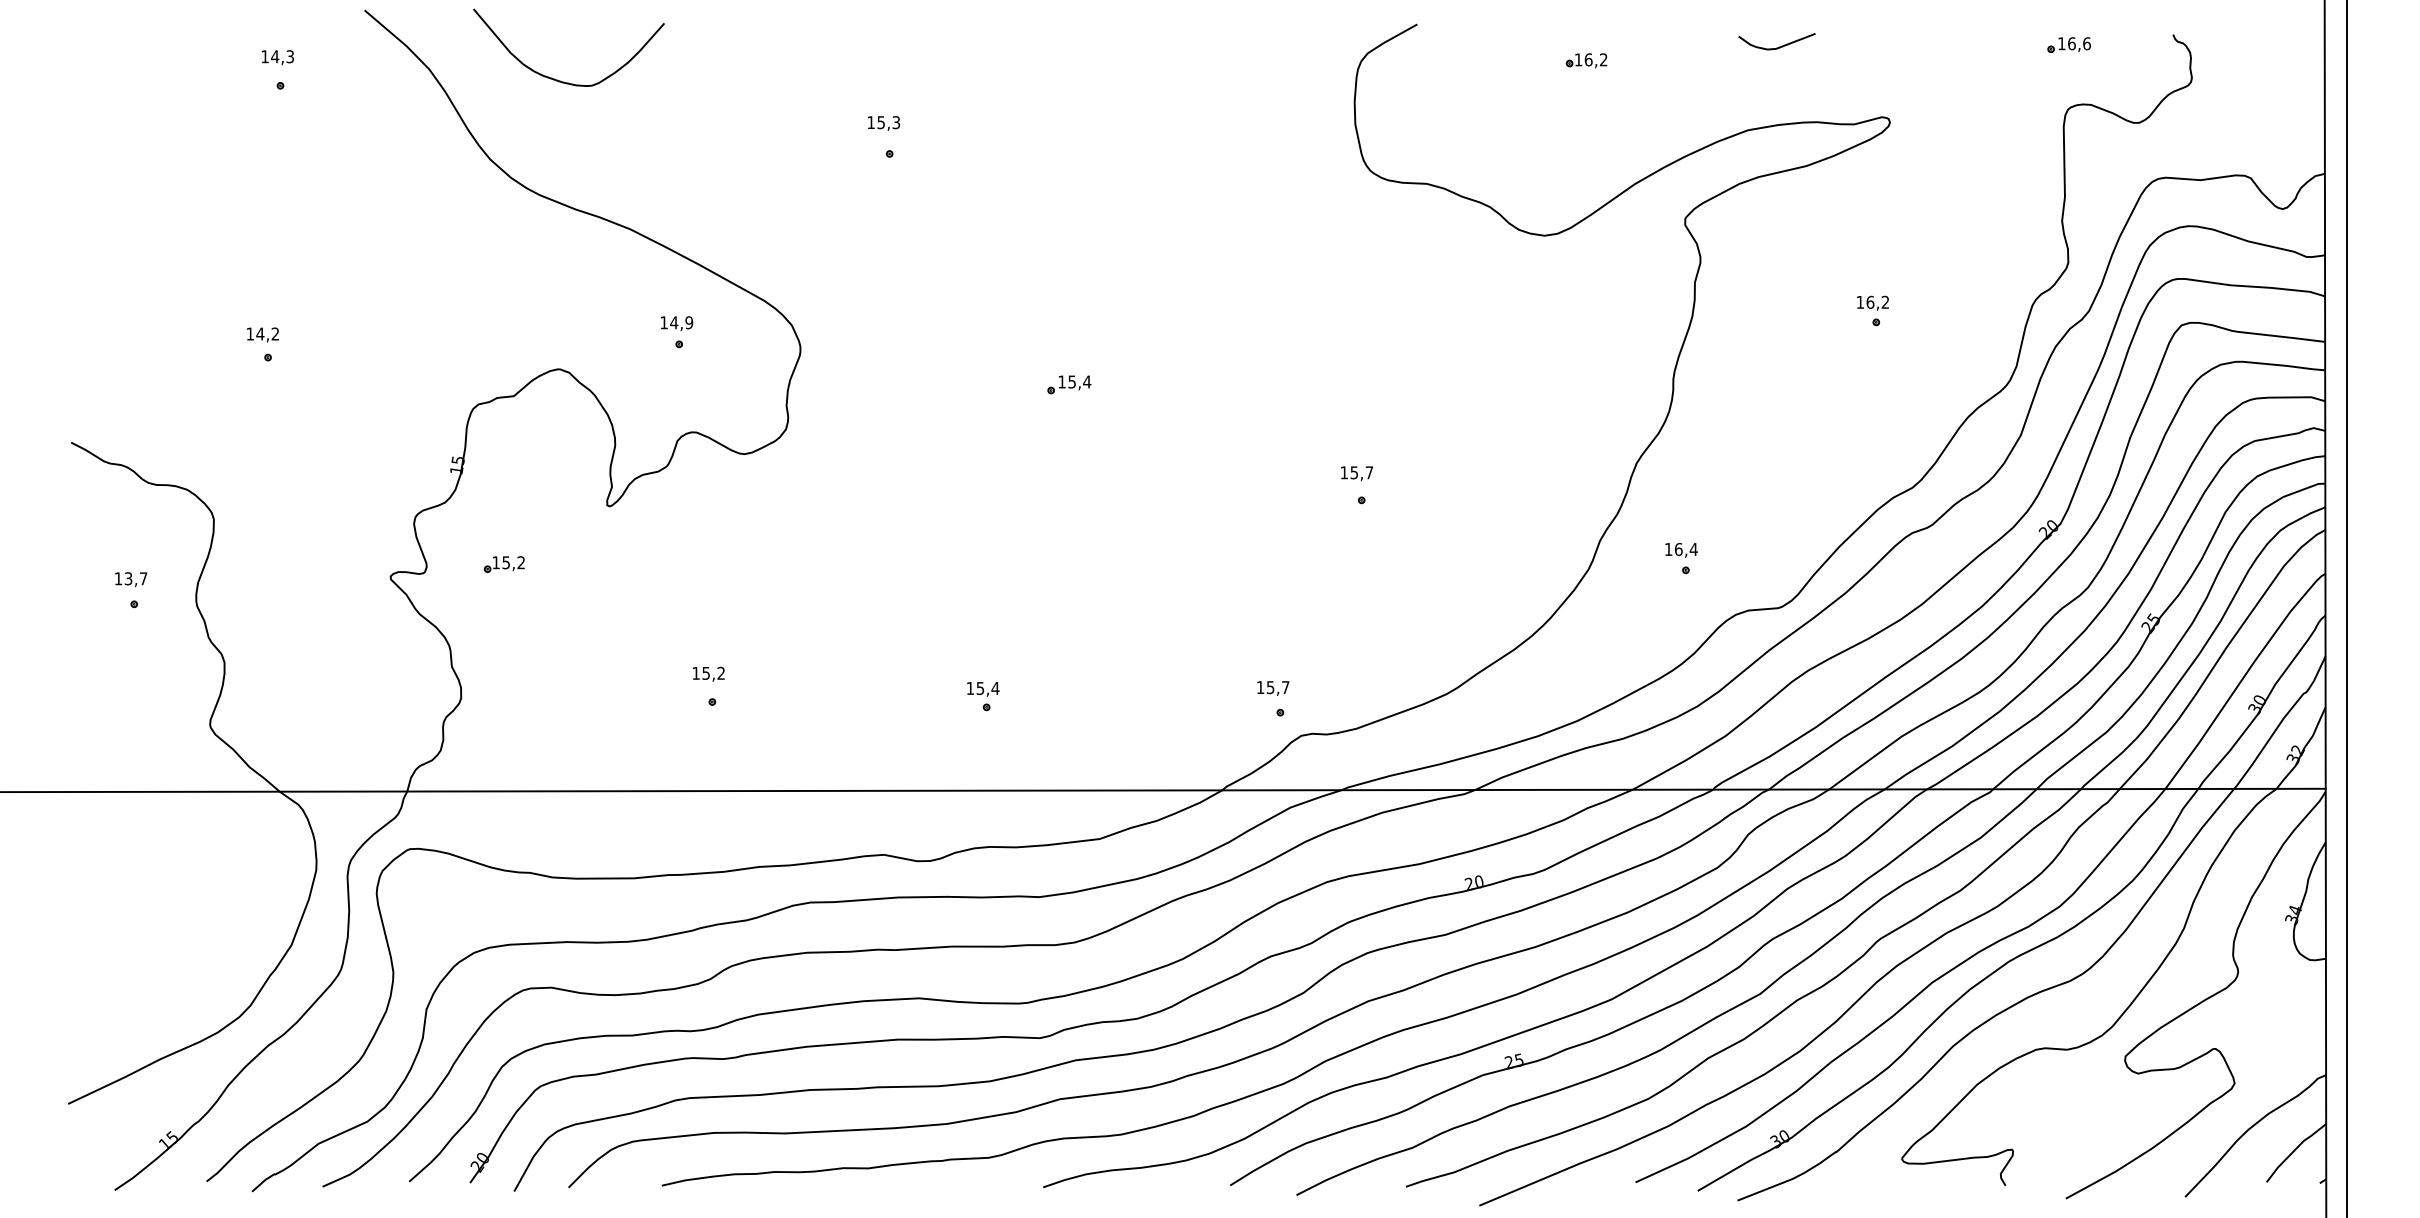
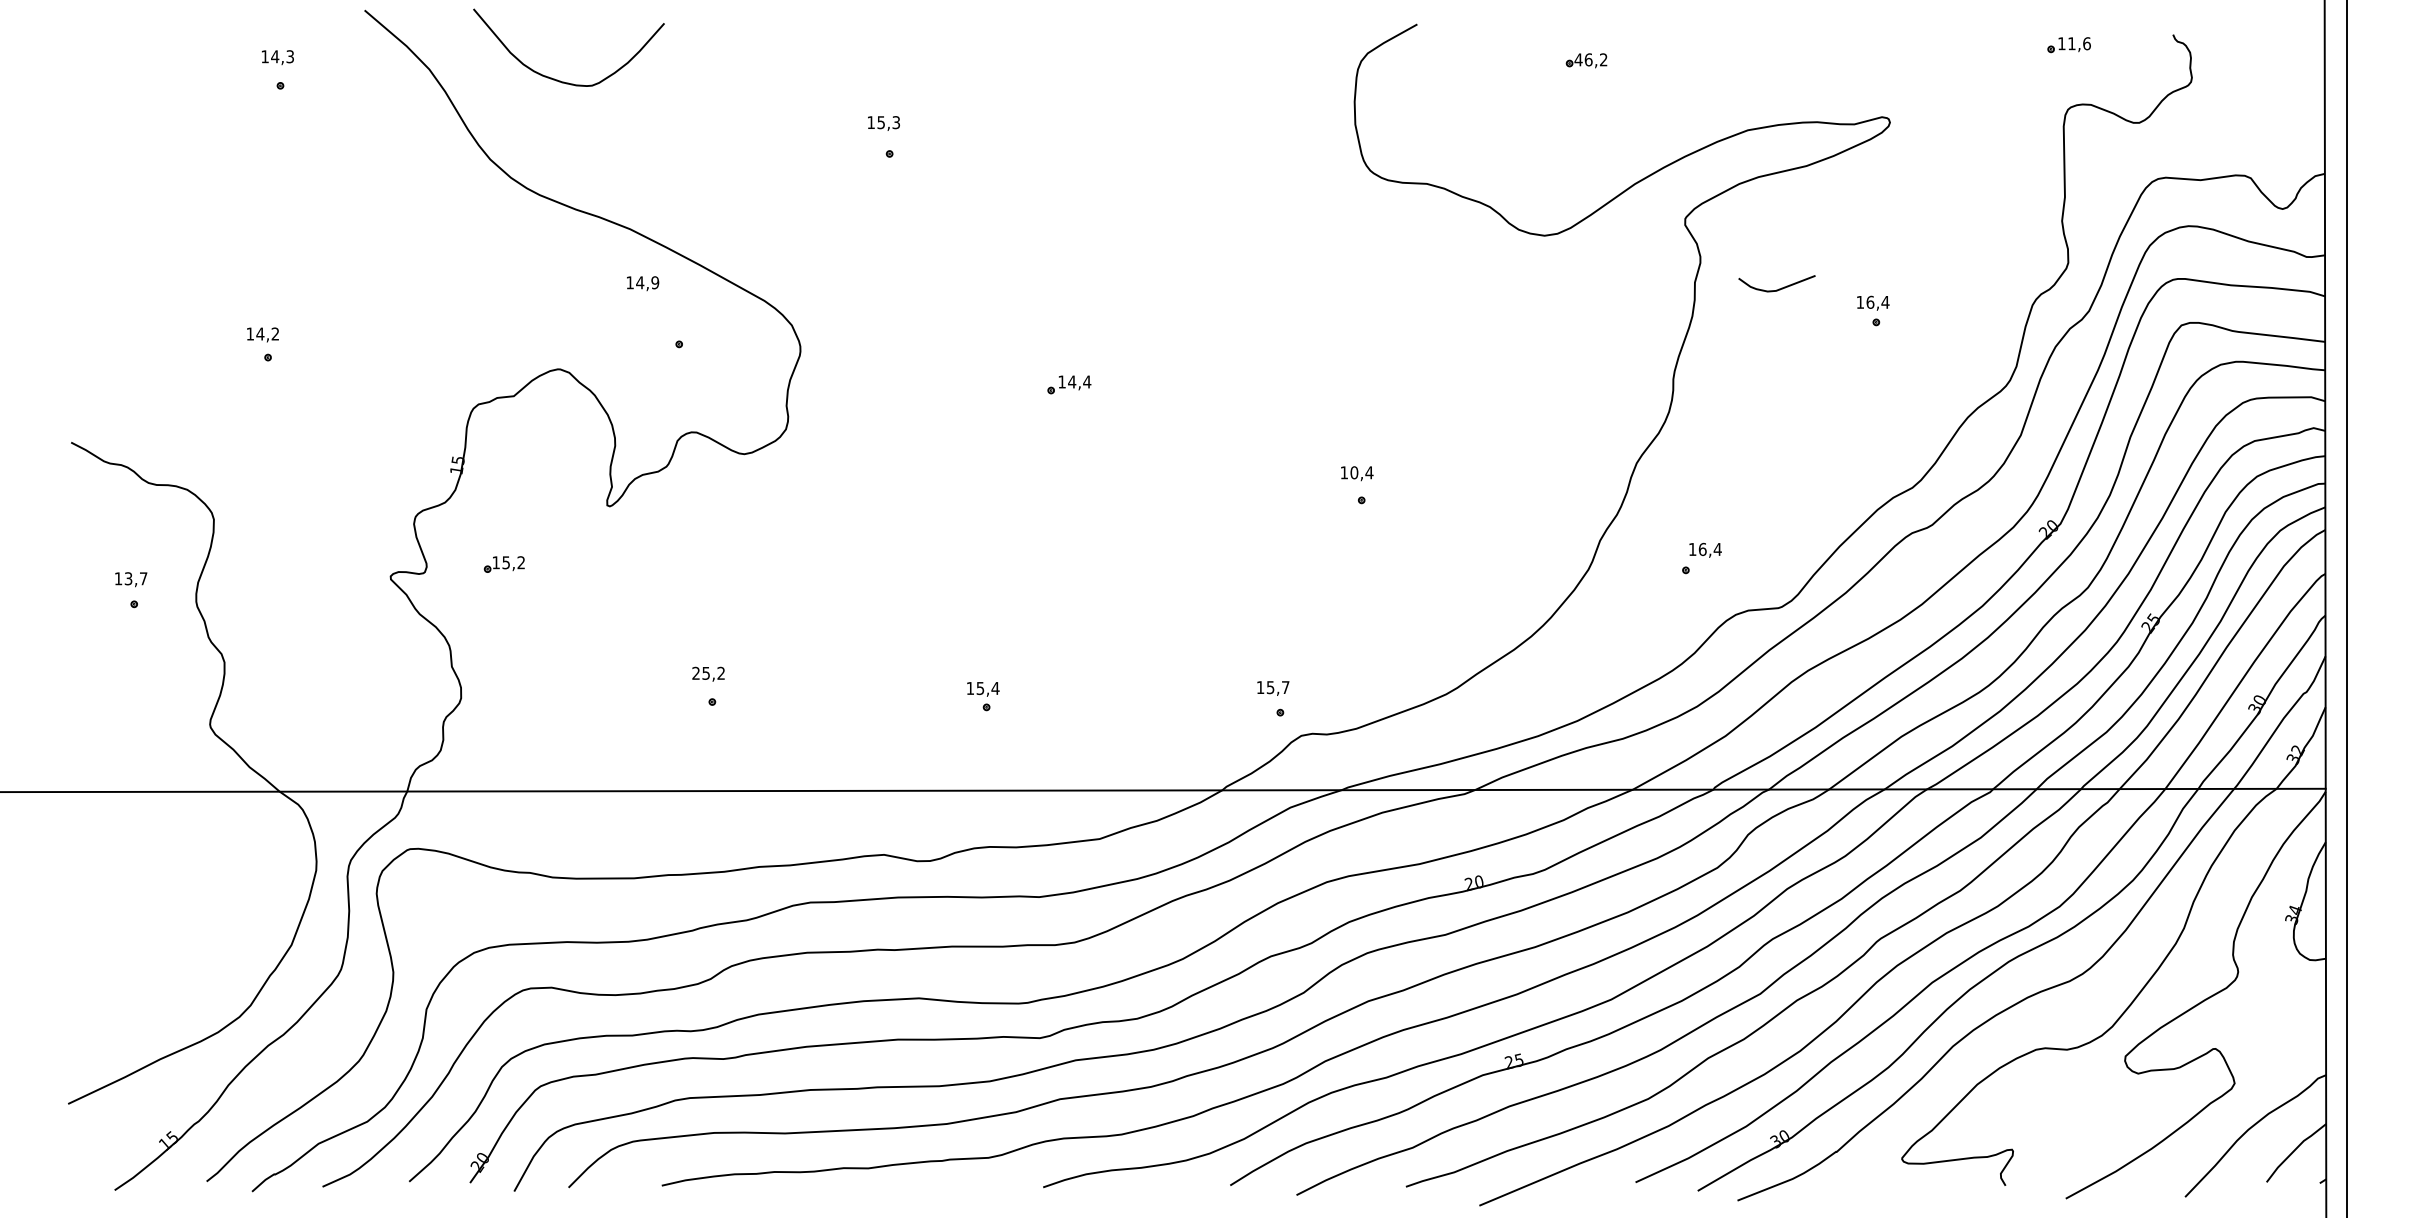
text at (2071, 43): 16,6 -> 11,6
curve at (1779, 46) position: (1779, 46) -> (1779, 288)
text at (1578, 59): 16,2 -> 46,2
text at (1885, 301): 16,2 -> 16,4
text at (677, 323) position: (677, 323) -> (643, 283)
text at (1072, 381): 15,4 -> 14,4
text at (1361, 472): 15,7 -> 10,4
text at (1681, 549) position: (1681, 549) -> (1705, 549)
text at (695, 672): 15,2 -> 25,2
